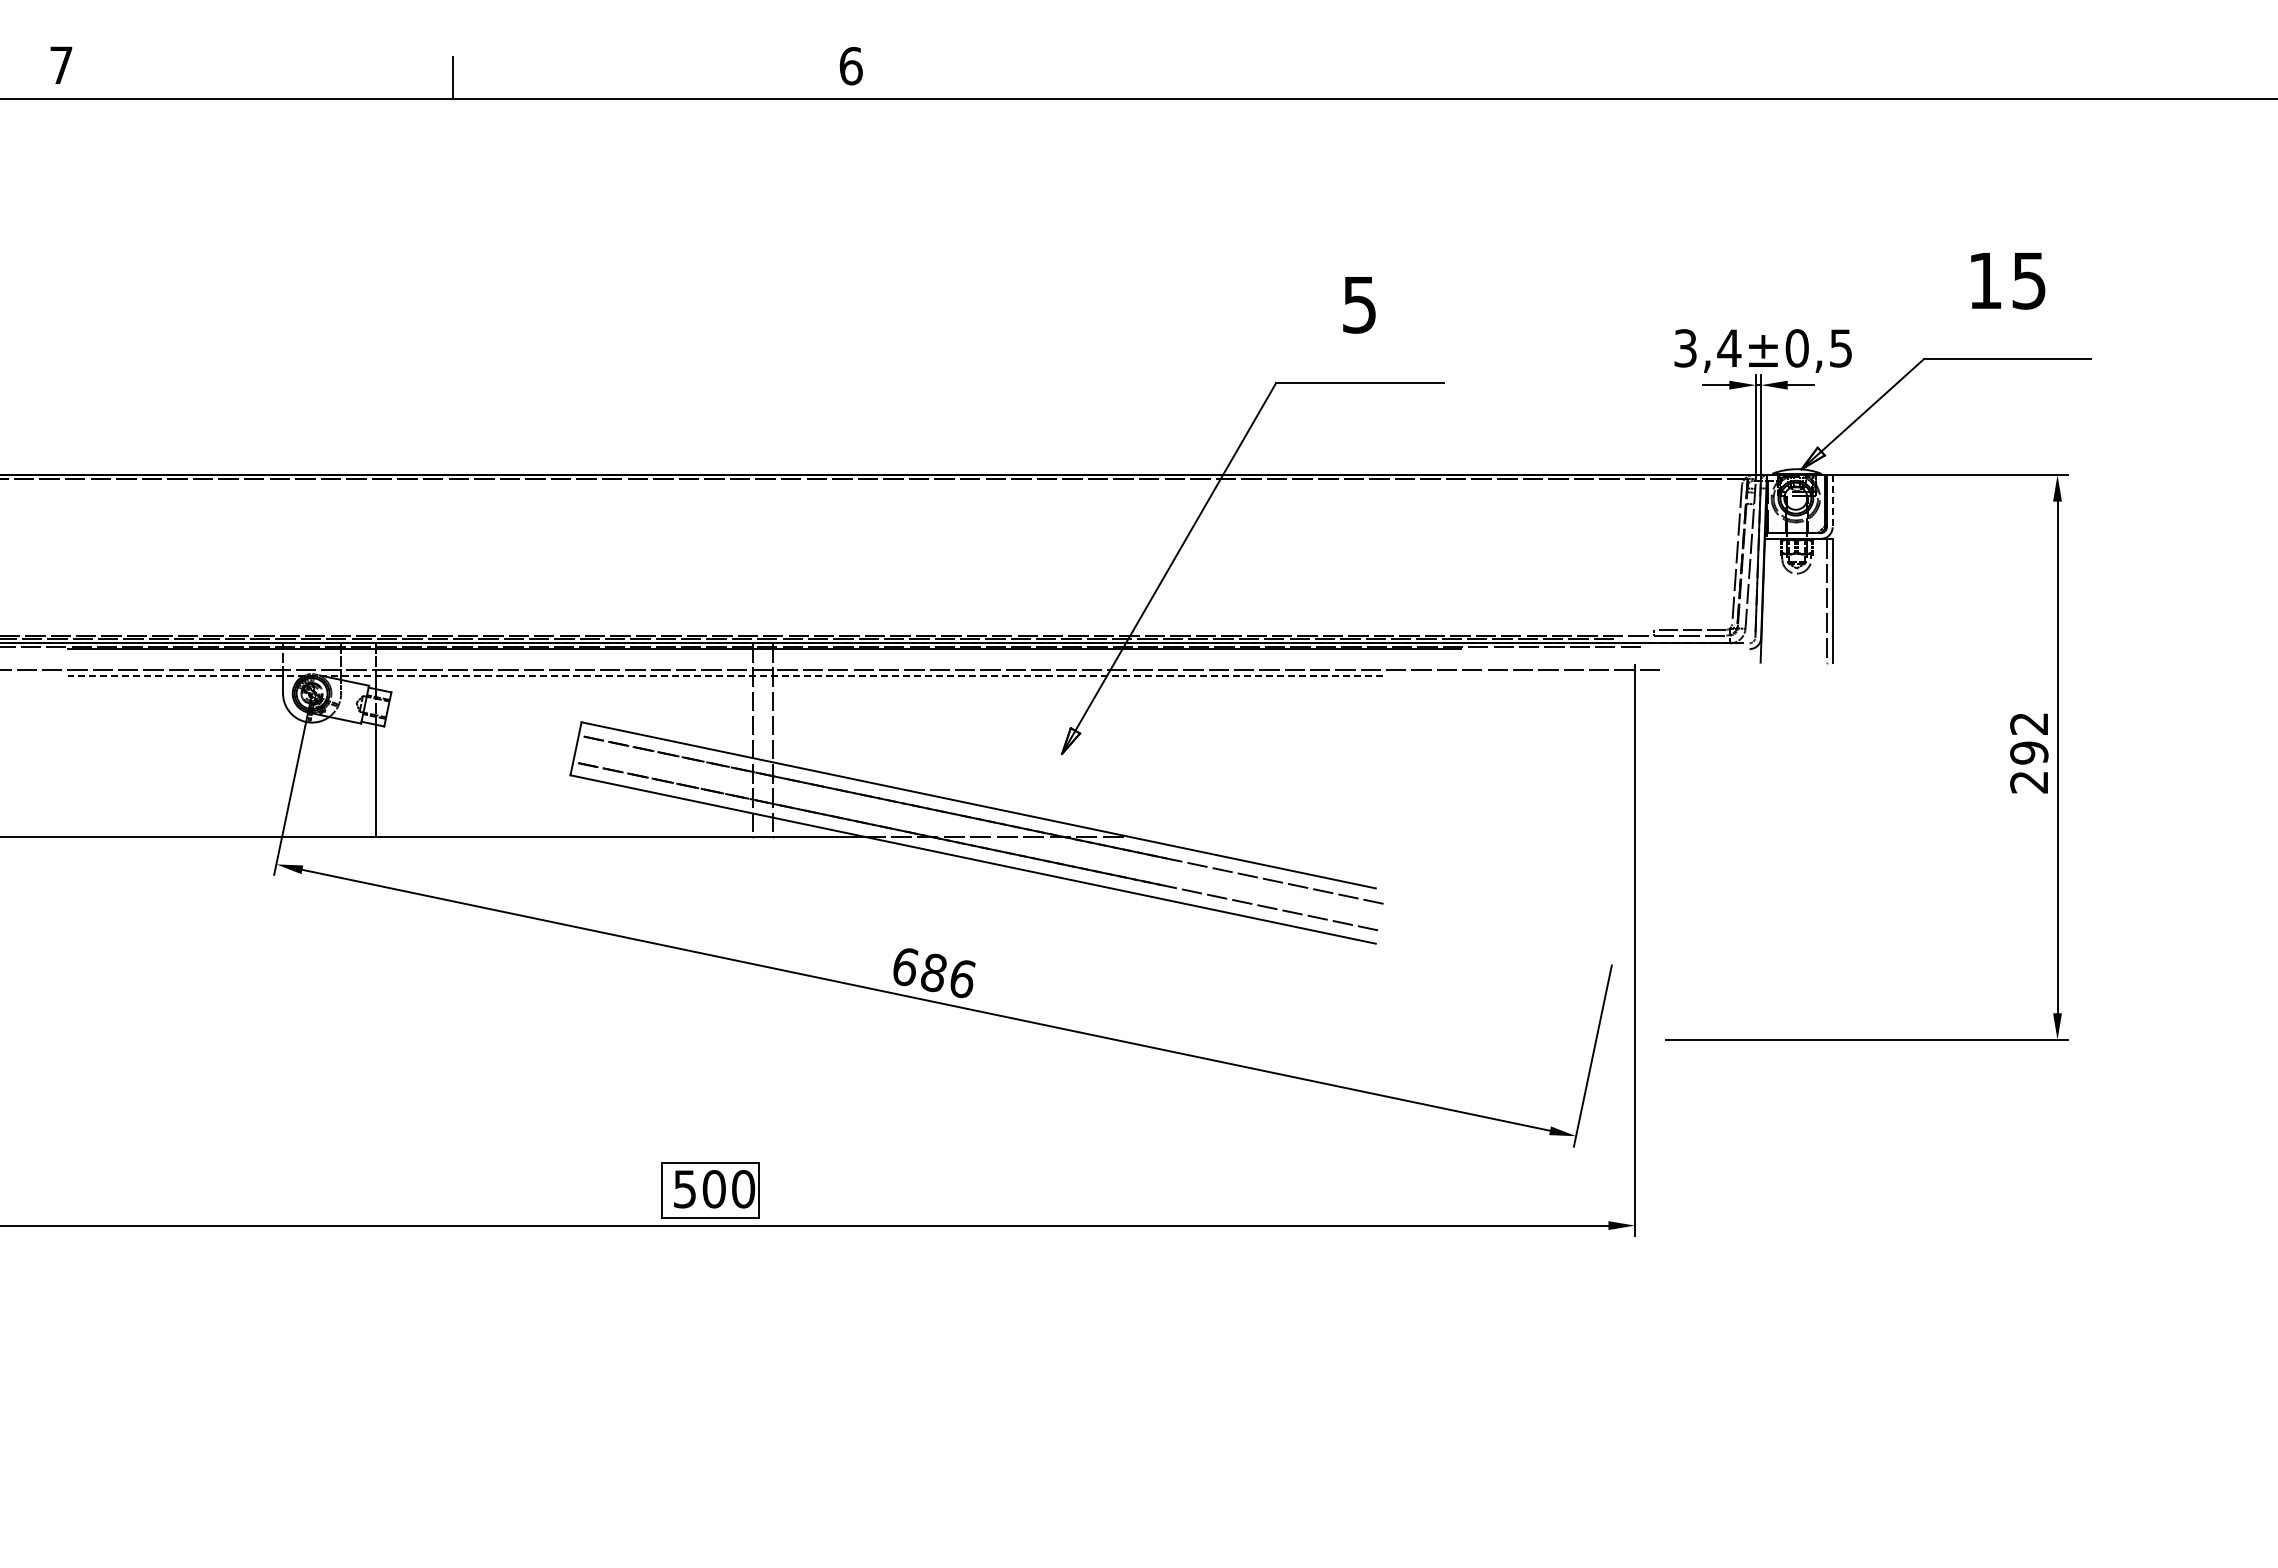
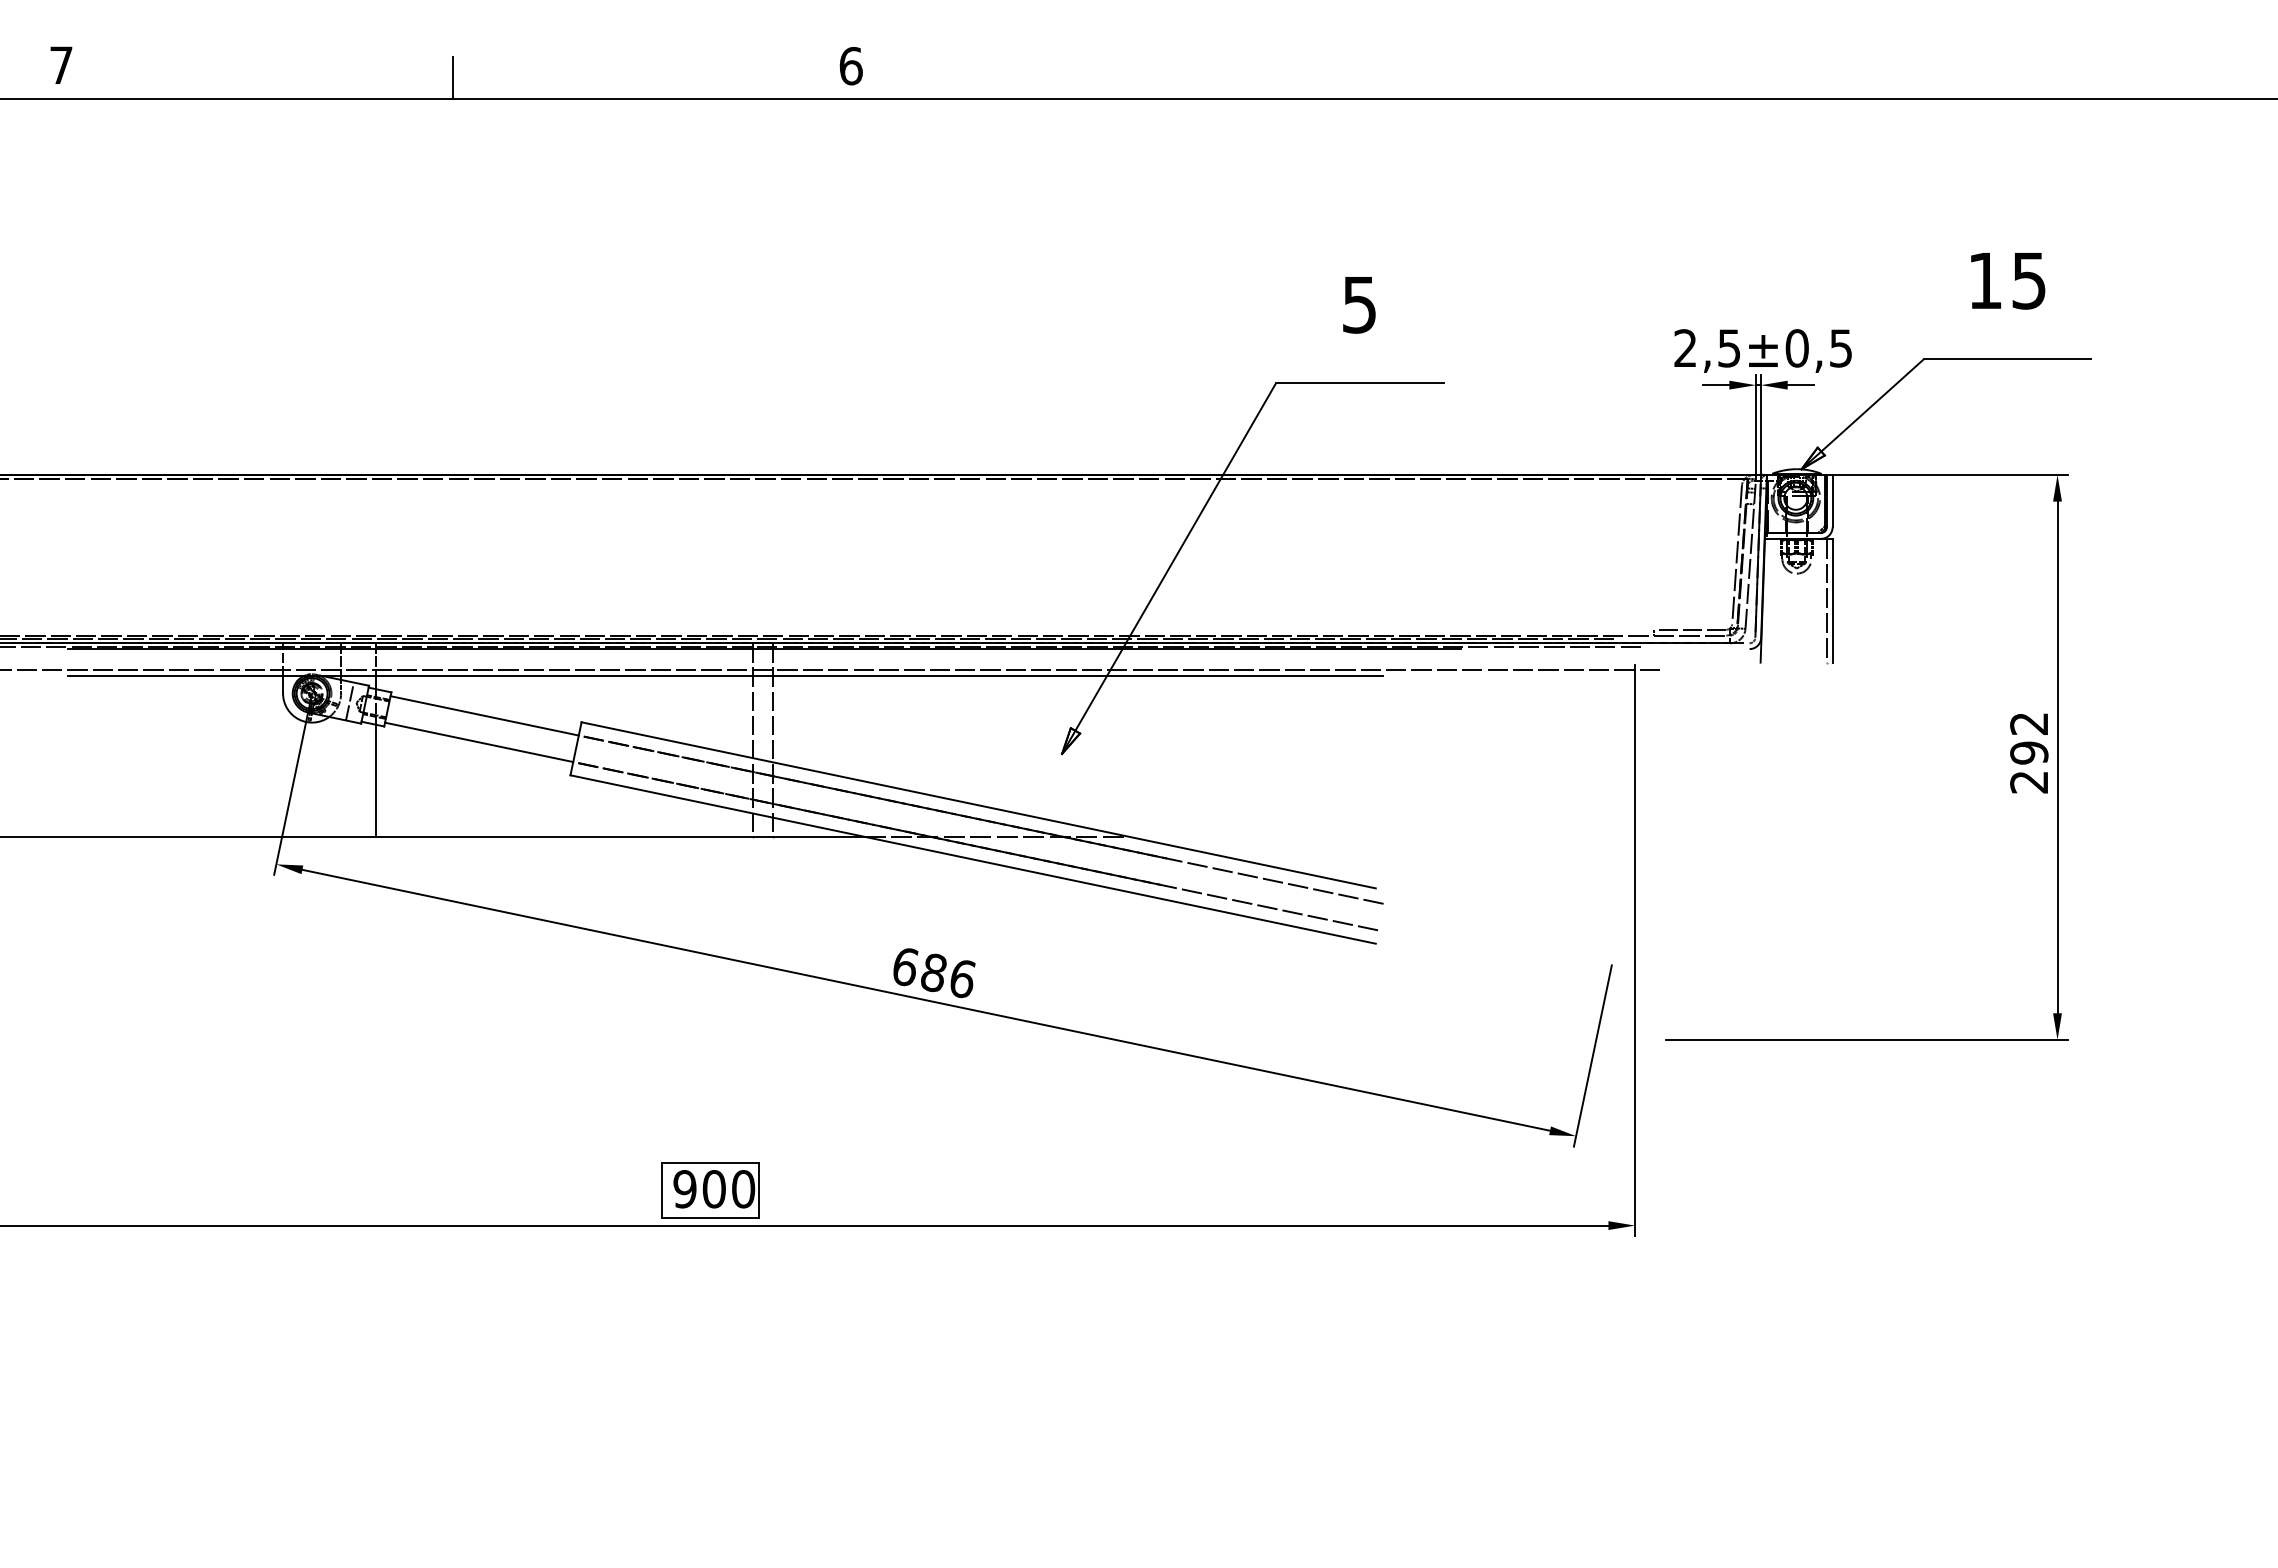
text at (1707, 348): 3,4 -> 2,5
line at (1832, 501): dashed -> solid
line at (725, 676): dashed -> solid
line at (349, 701): none -> present
line at (484, 715): none -> present
line at (479, 742): none -> present
text at (684, 1189): 500 -> 900
